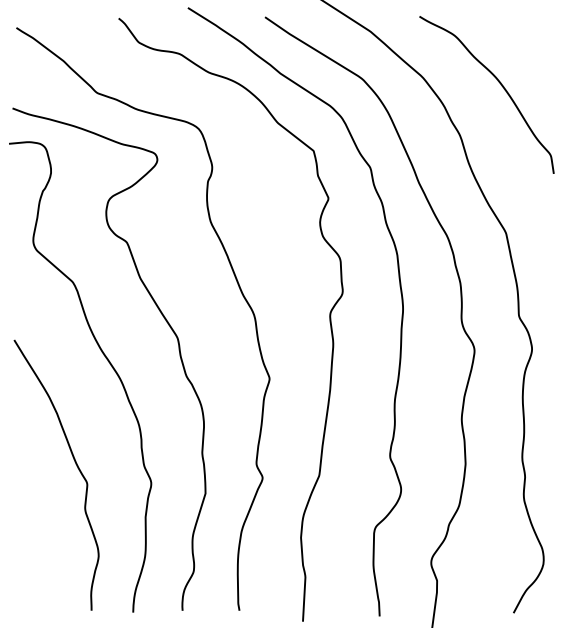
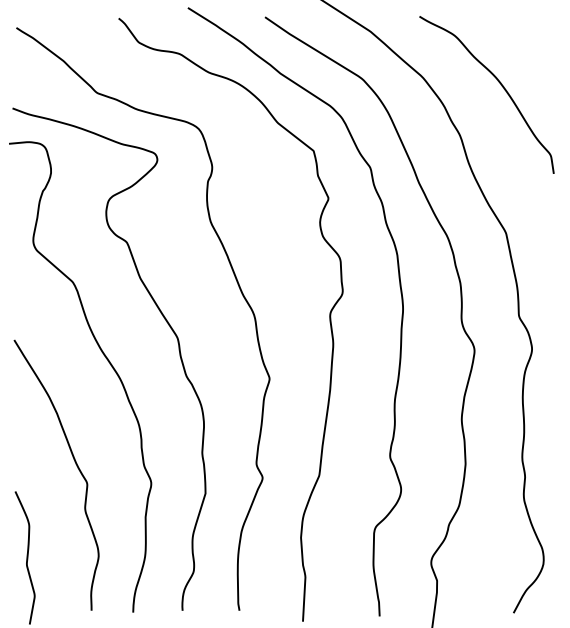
curve at (26, 557): none -> present
